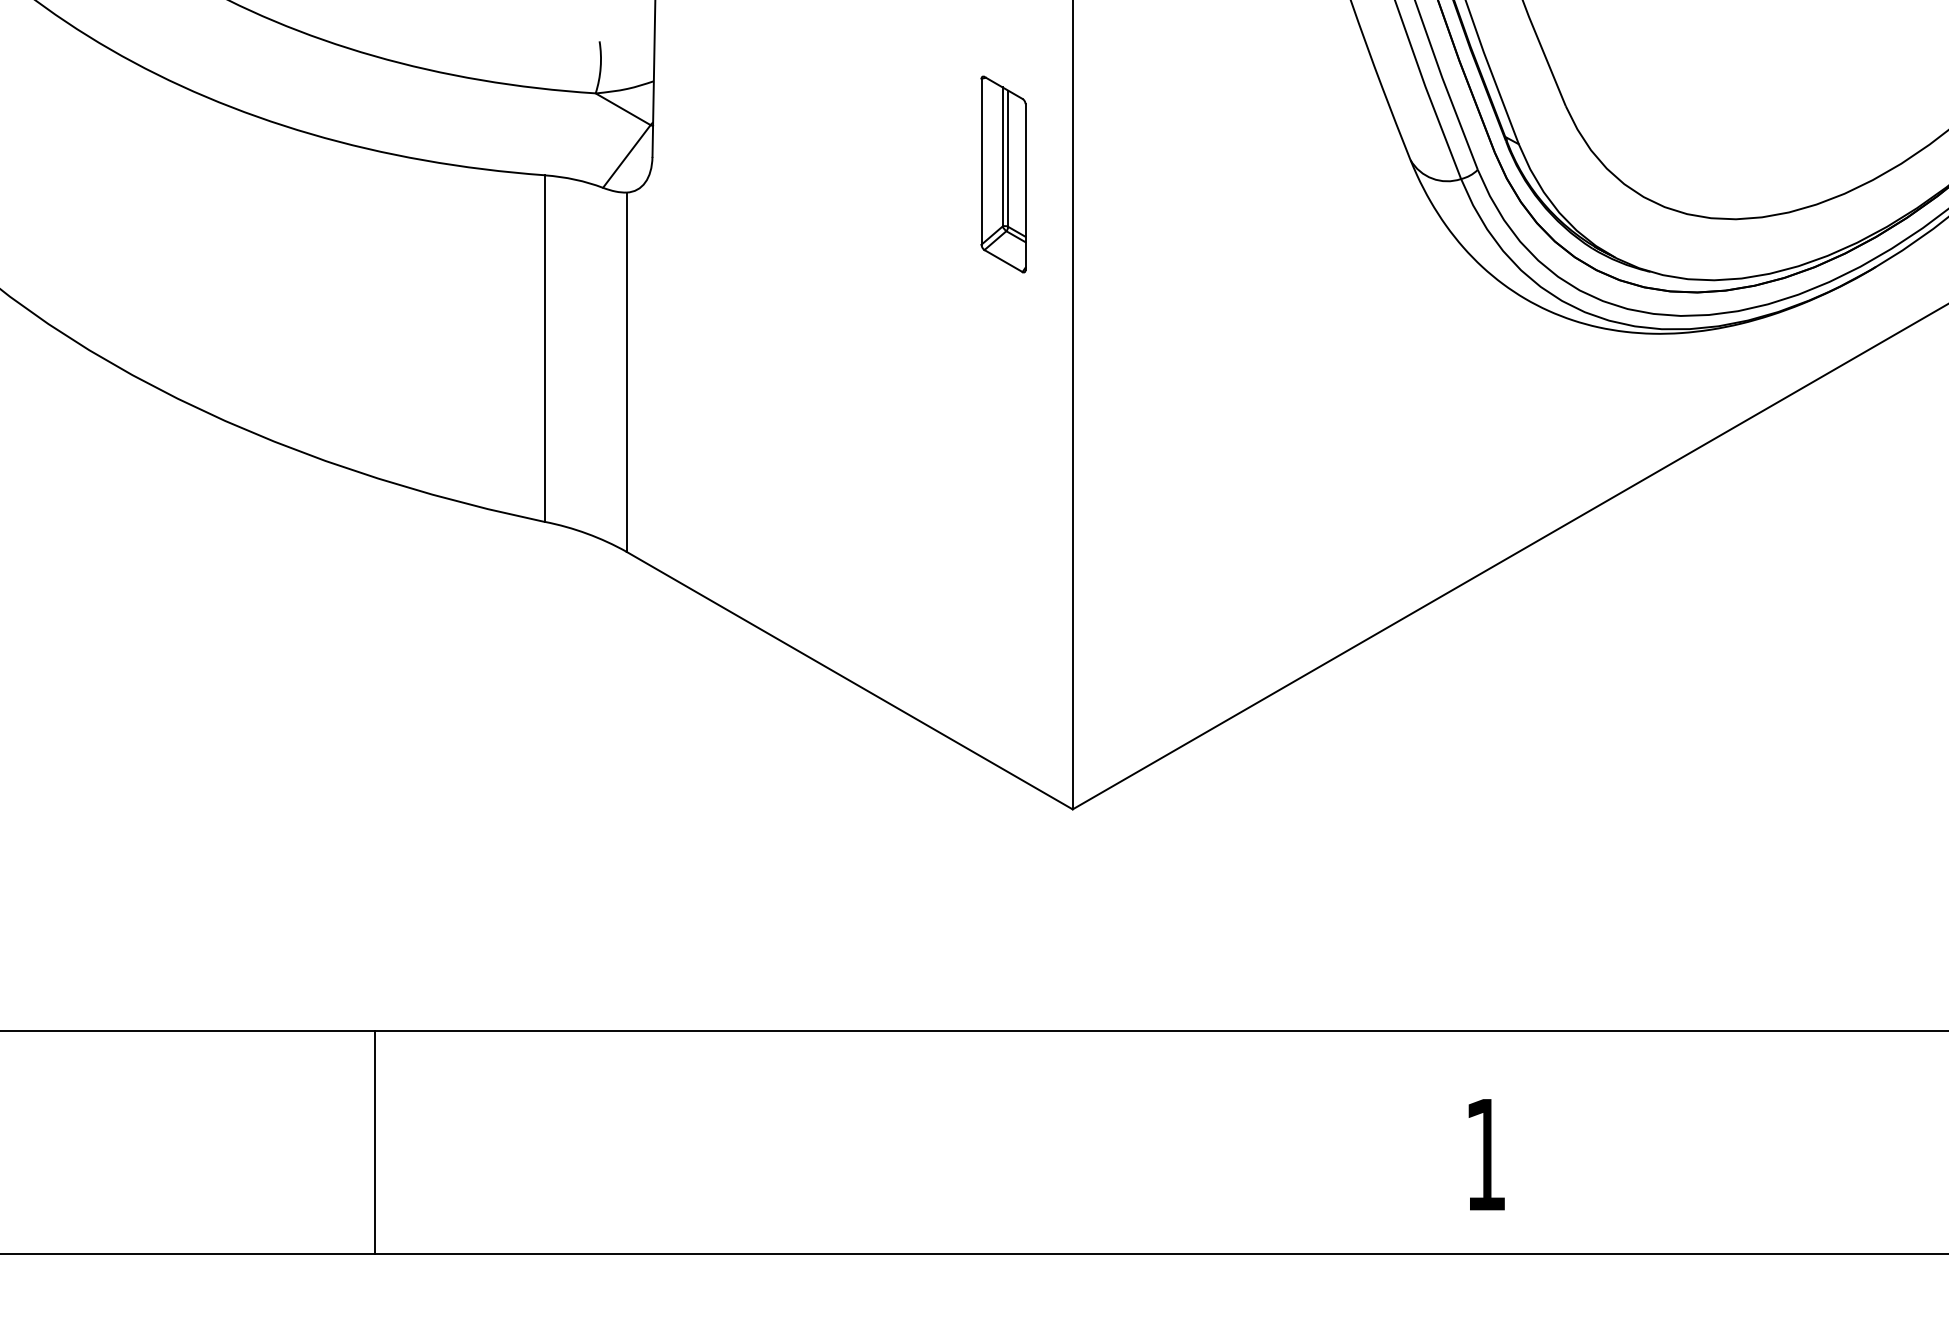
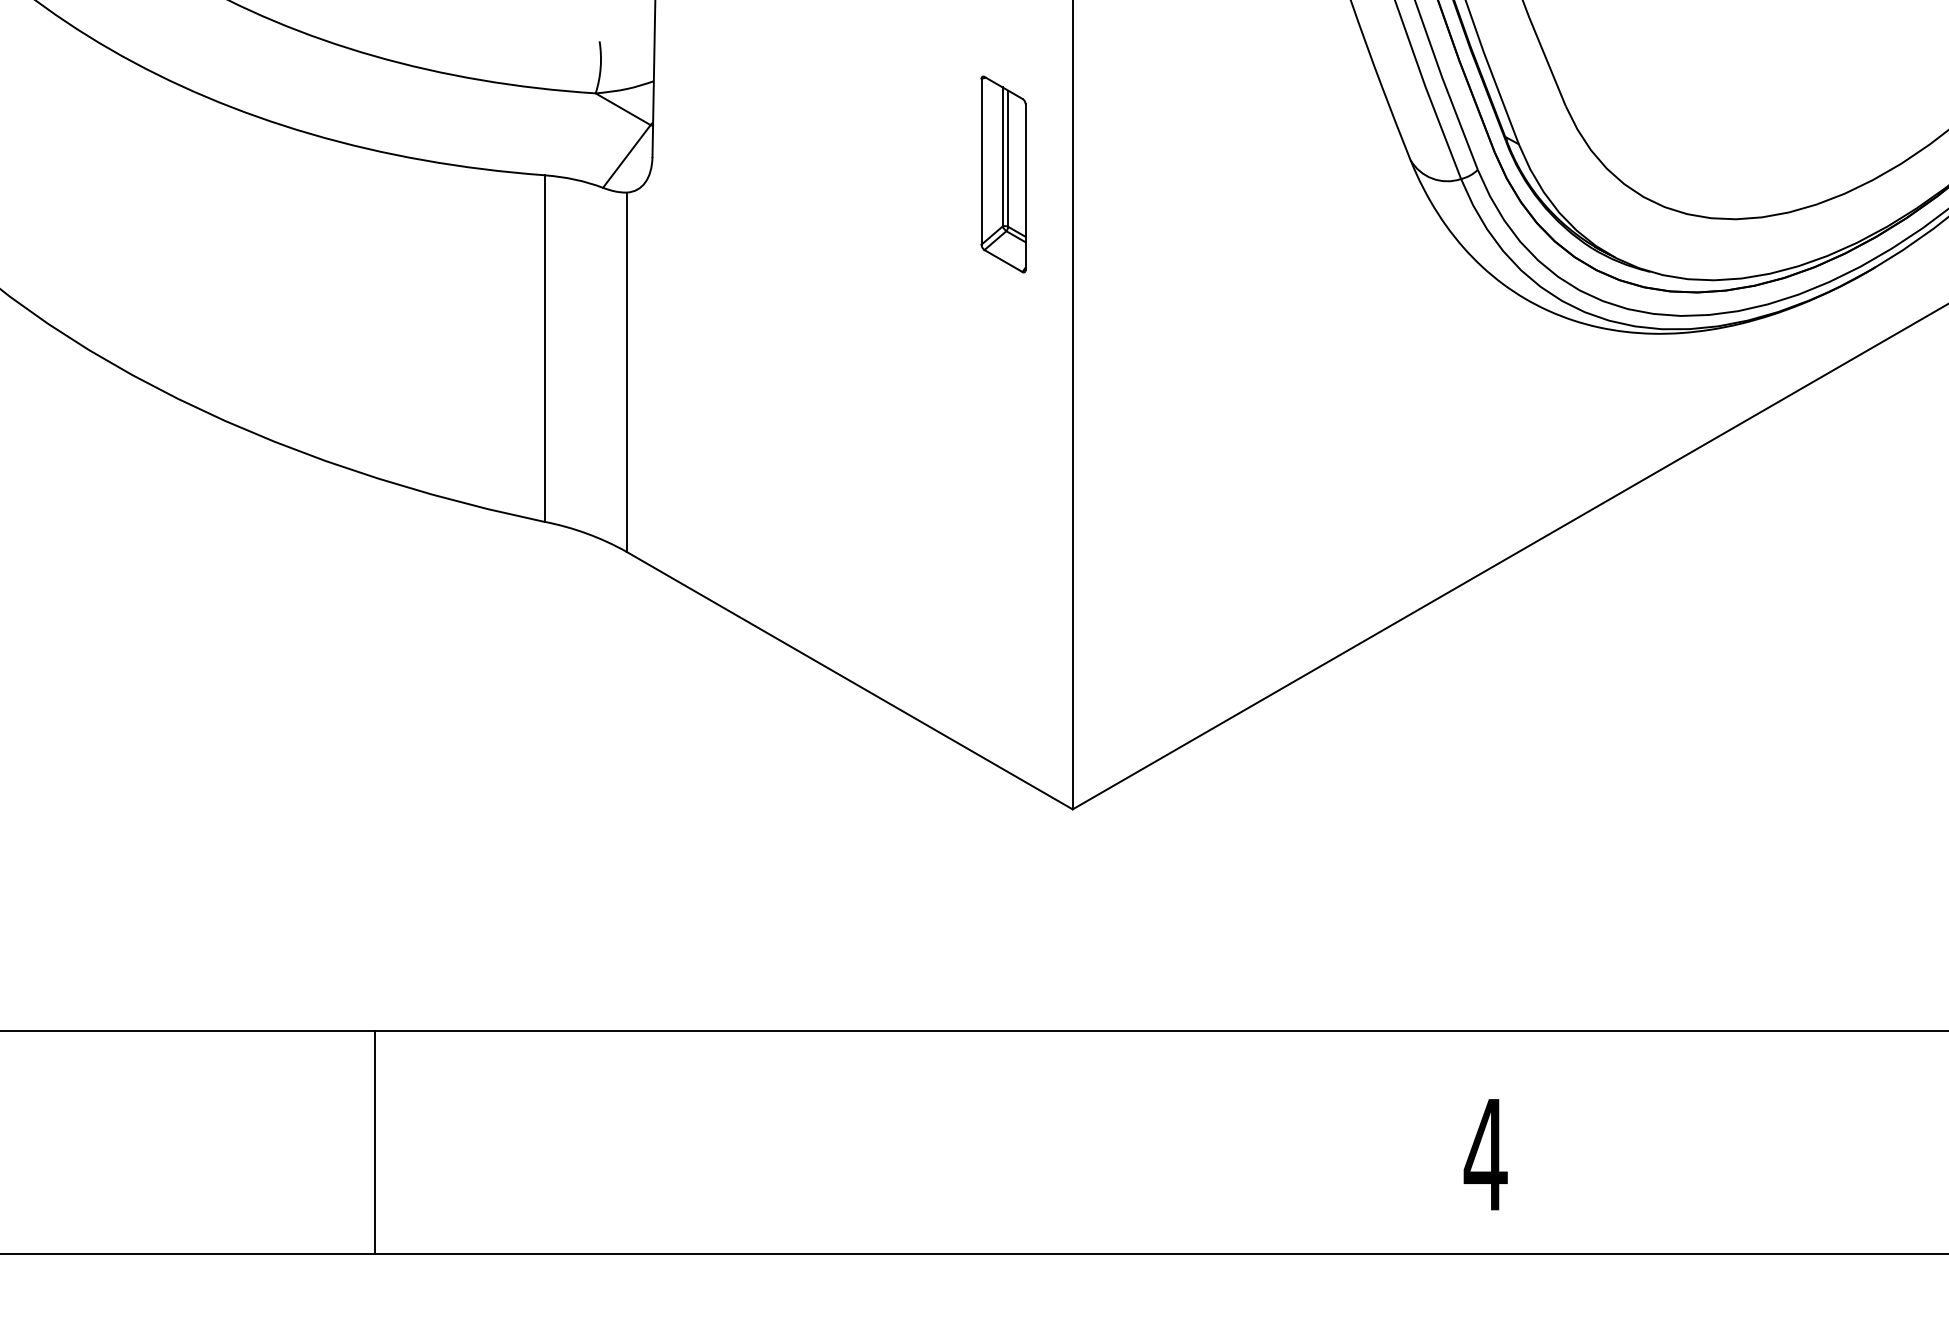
text at (1485, 1154): 1 -> 4
